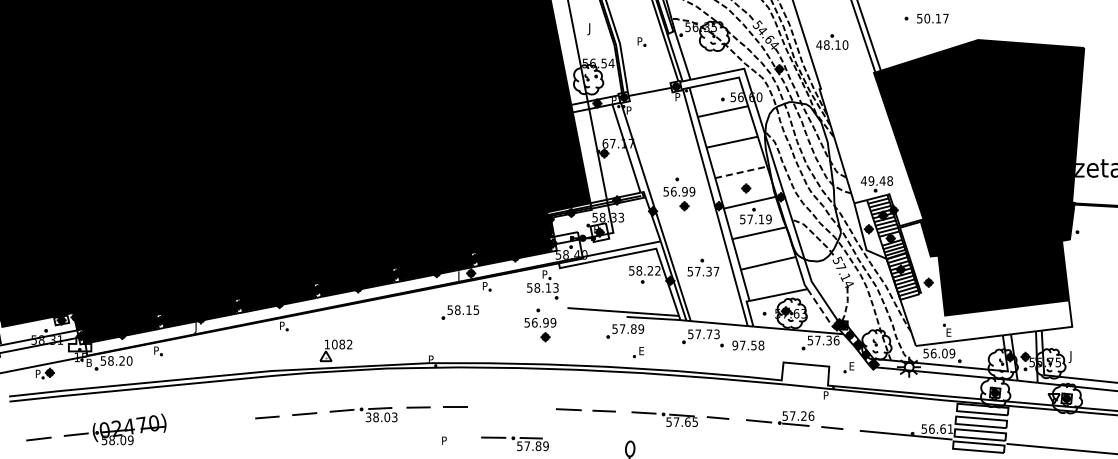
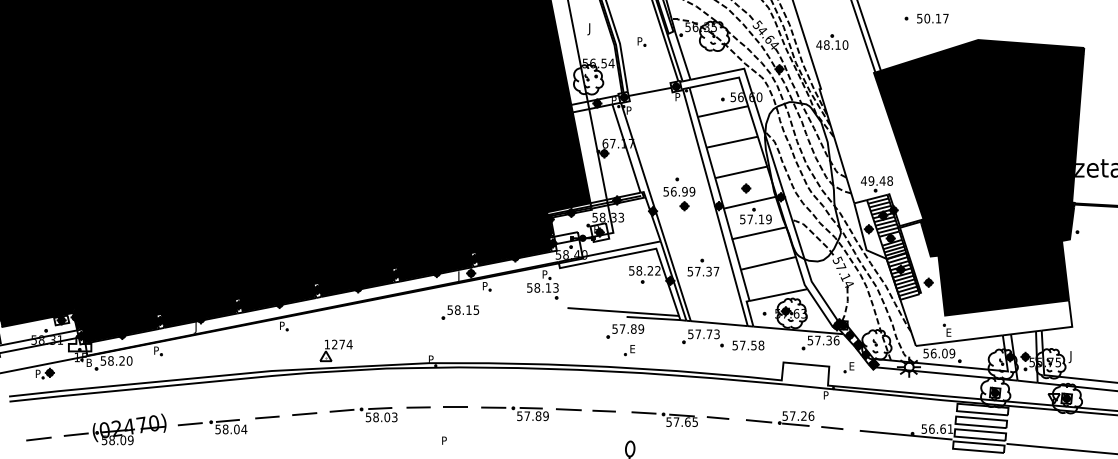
line at (741, 172): dashed -> solid
line at (820, 308): dashed -> solid
part at (540, 325): present -> none
text at (341, 344): 1082 -> 1274
text at (735, 344): 97.58 -> 57.58
part at (638, 352) position: (638, 352) -> (629, 350)
text at (368, 416): 38.03 -> 58.03
part at (212, 426): none -> present
part at (514, 443) position: (514, 443) -> (514, 413)
